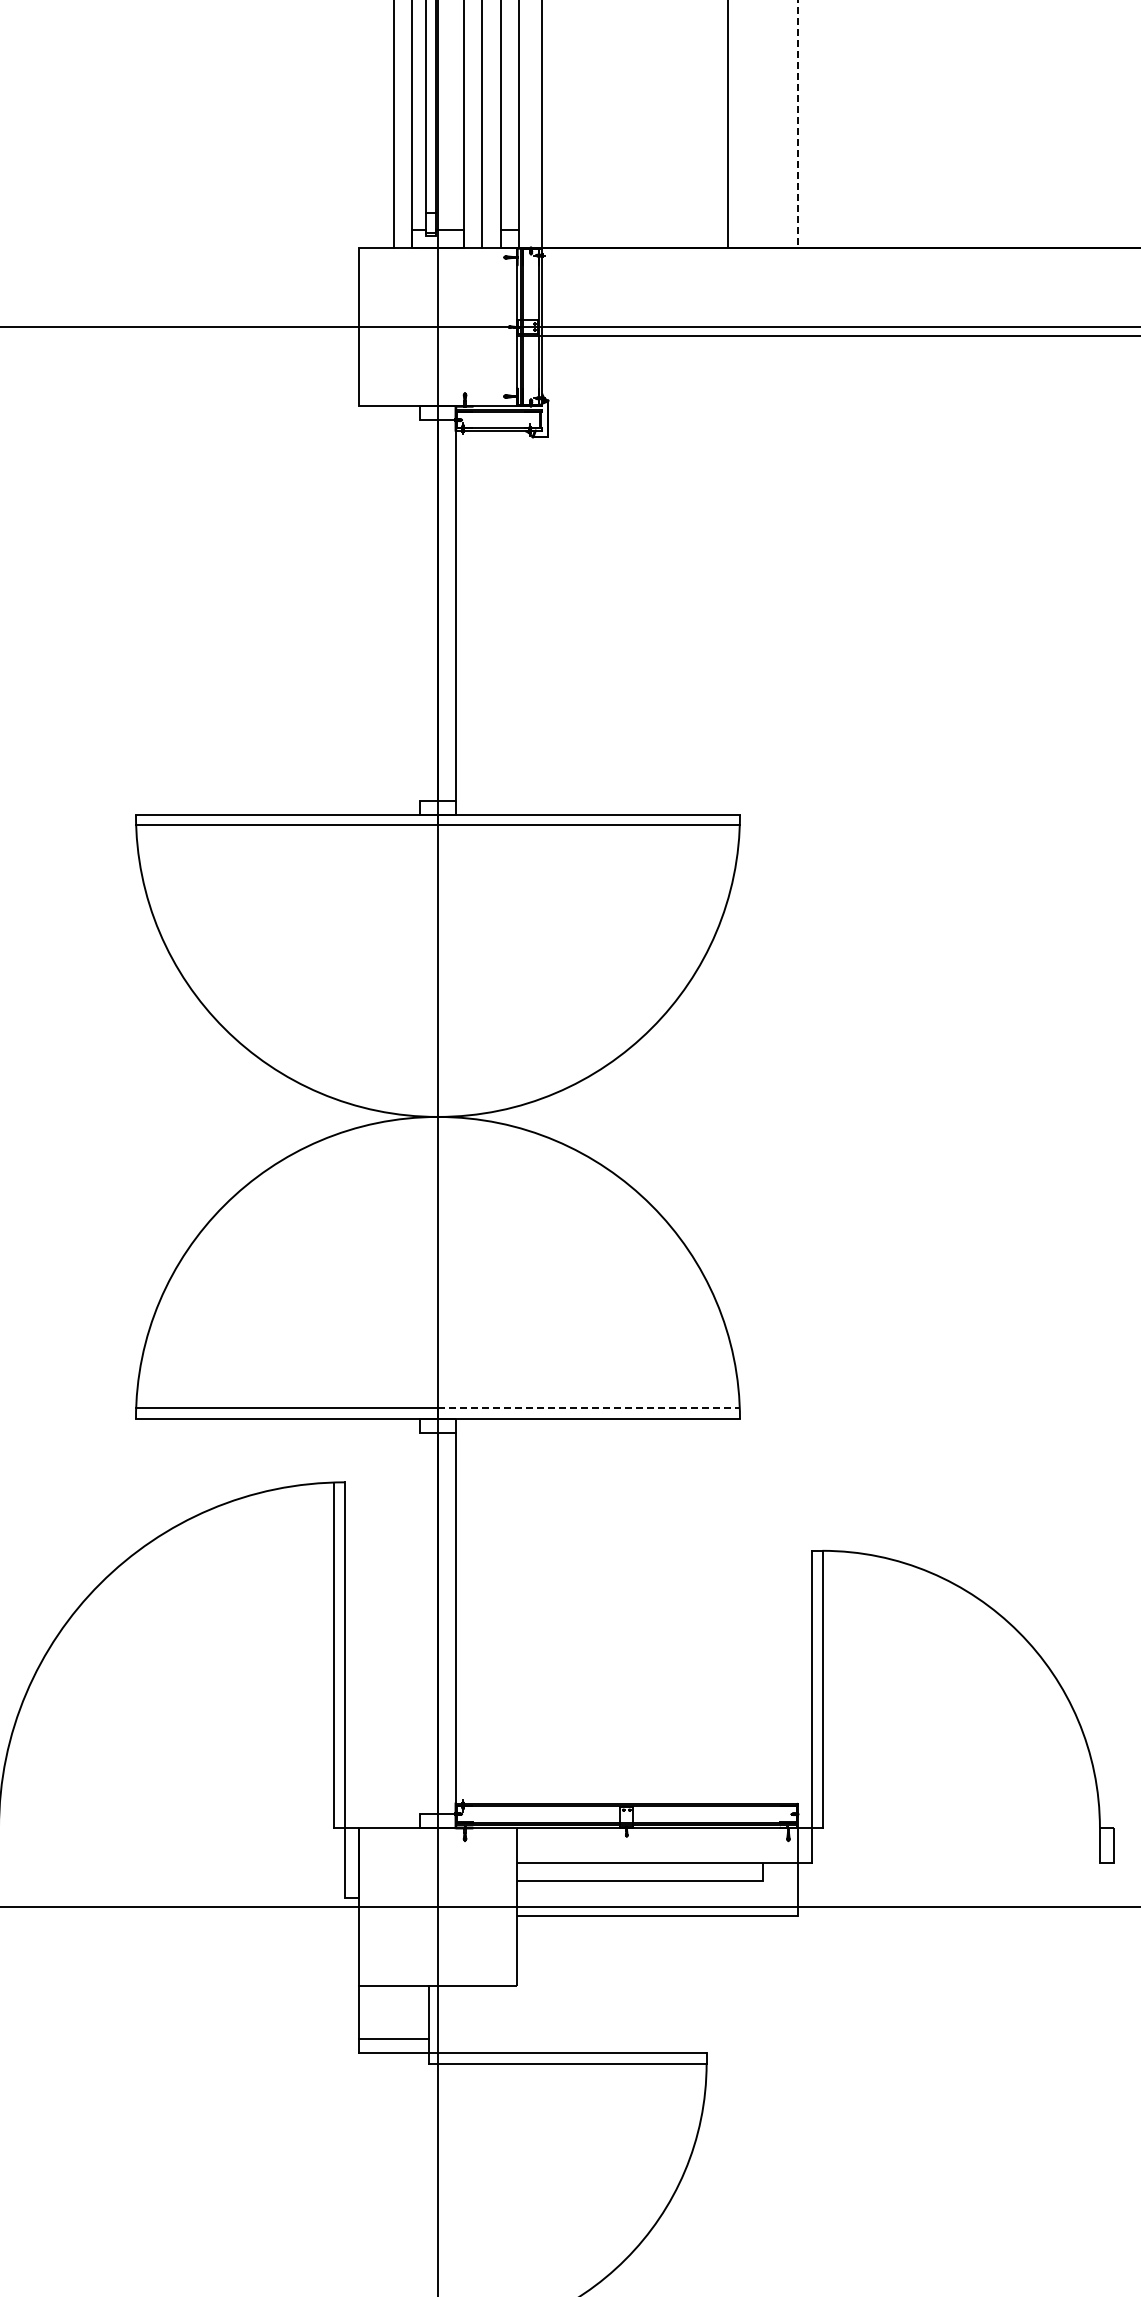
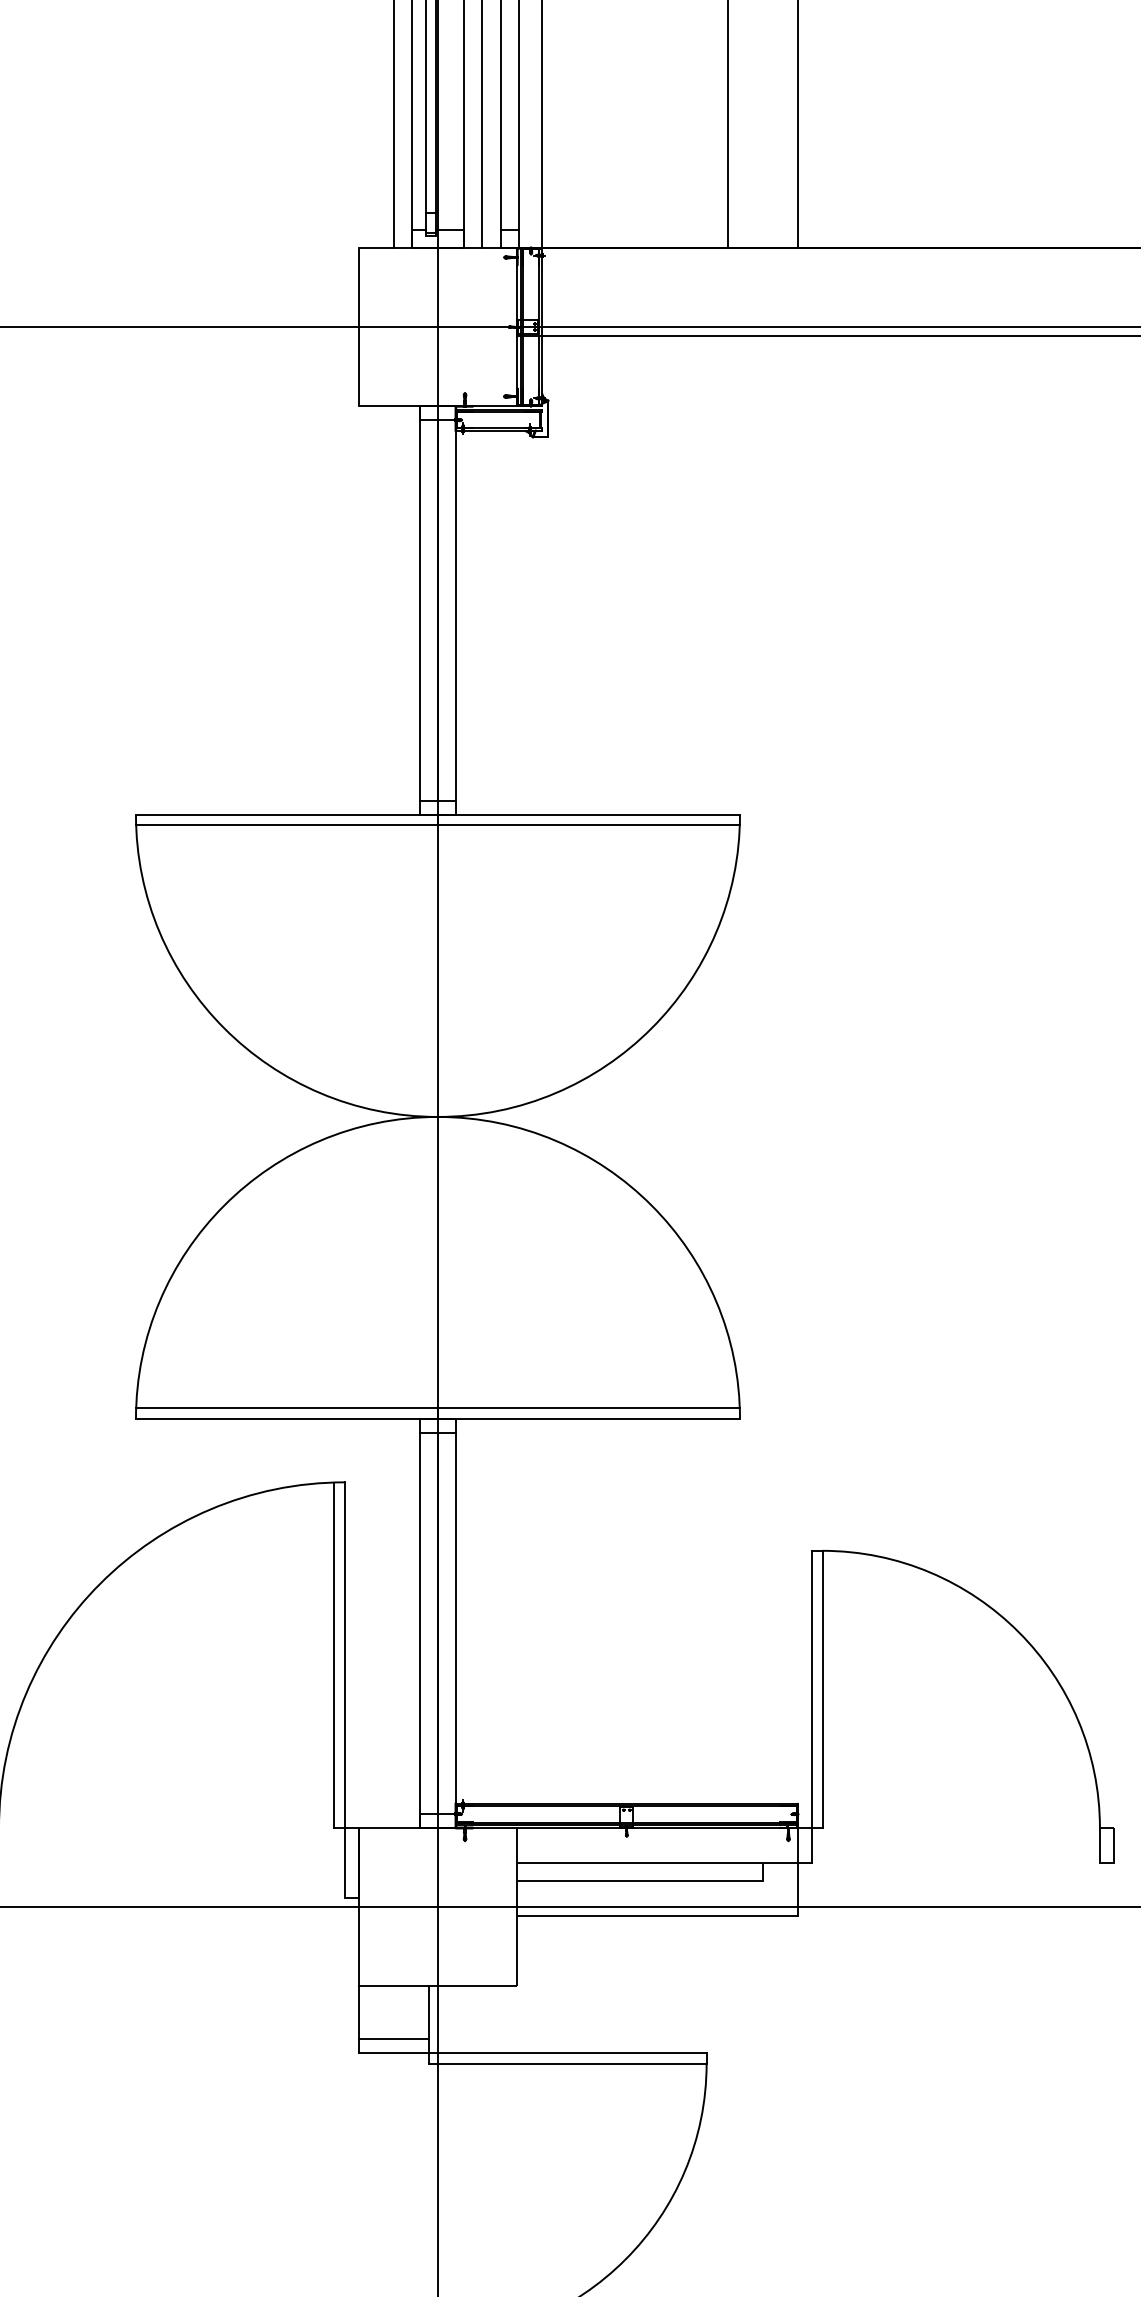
line at (797, 124): dashed -> solid
line at (420, 603): none -> present
line at (589, 1408): dashed -> solid
line at (420, 1630): none -> present
